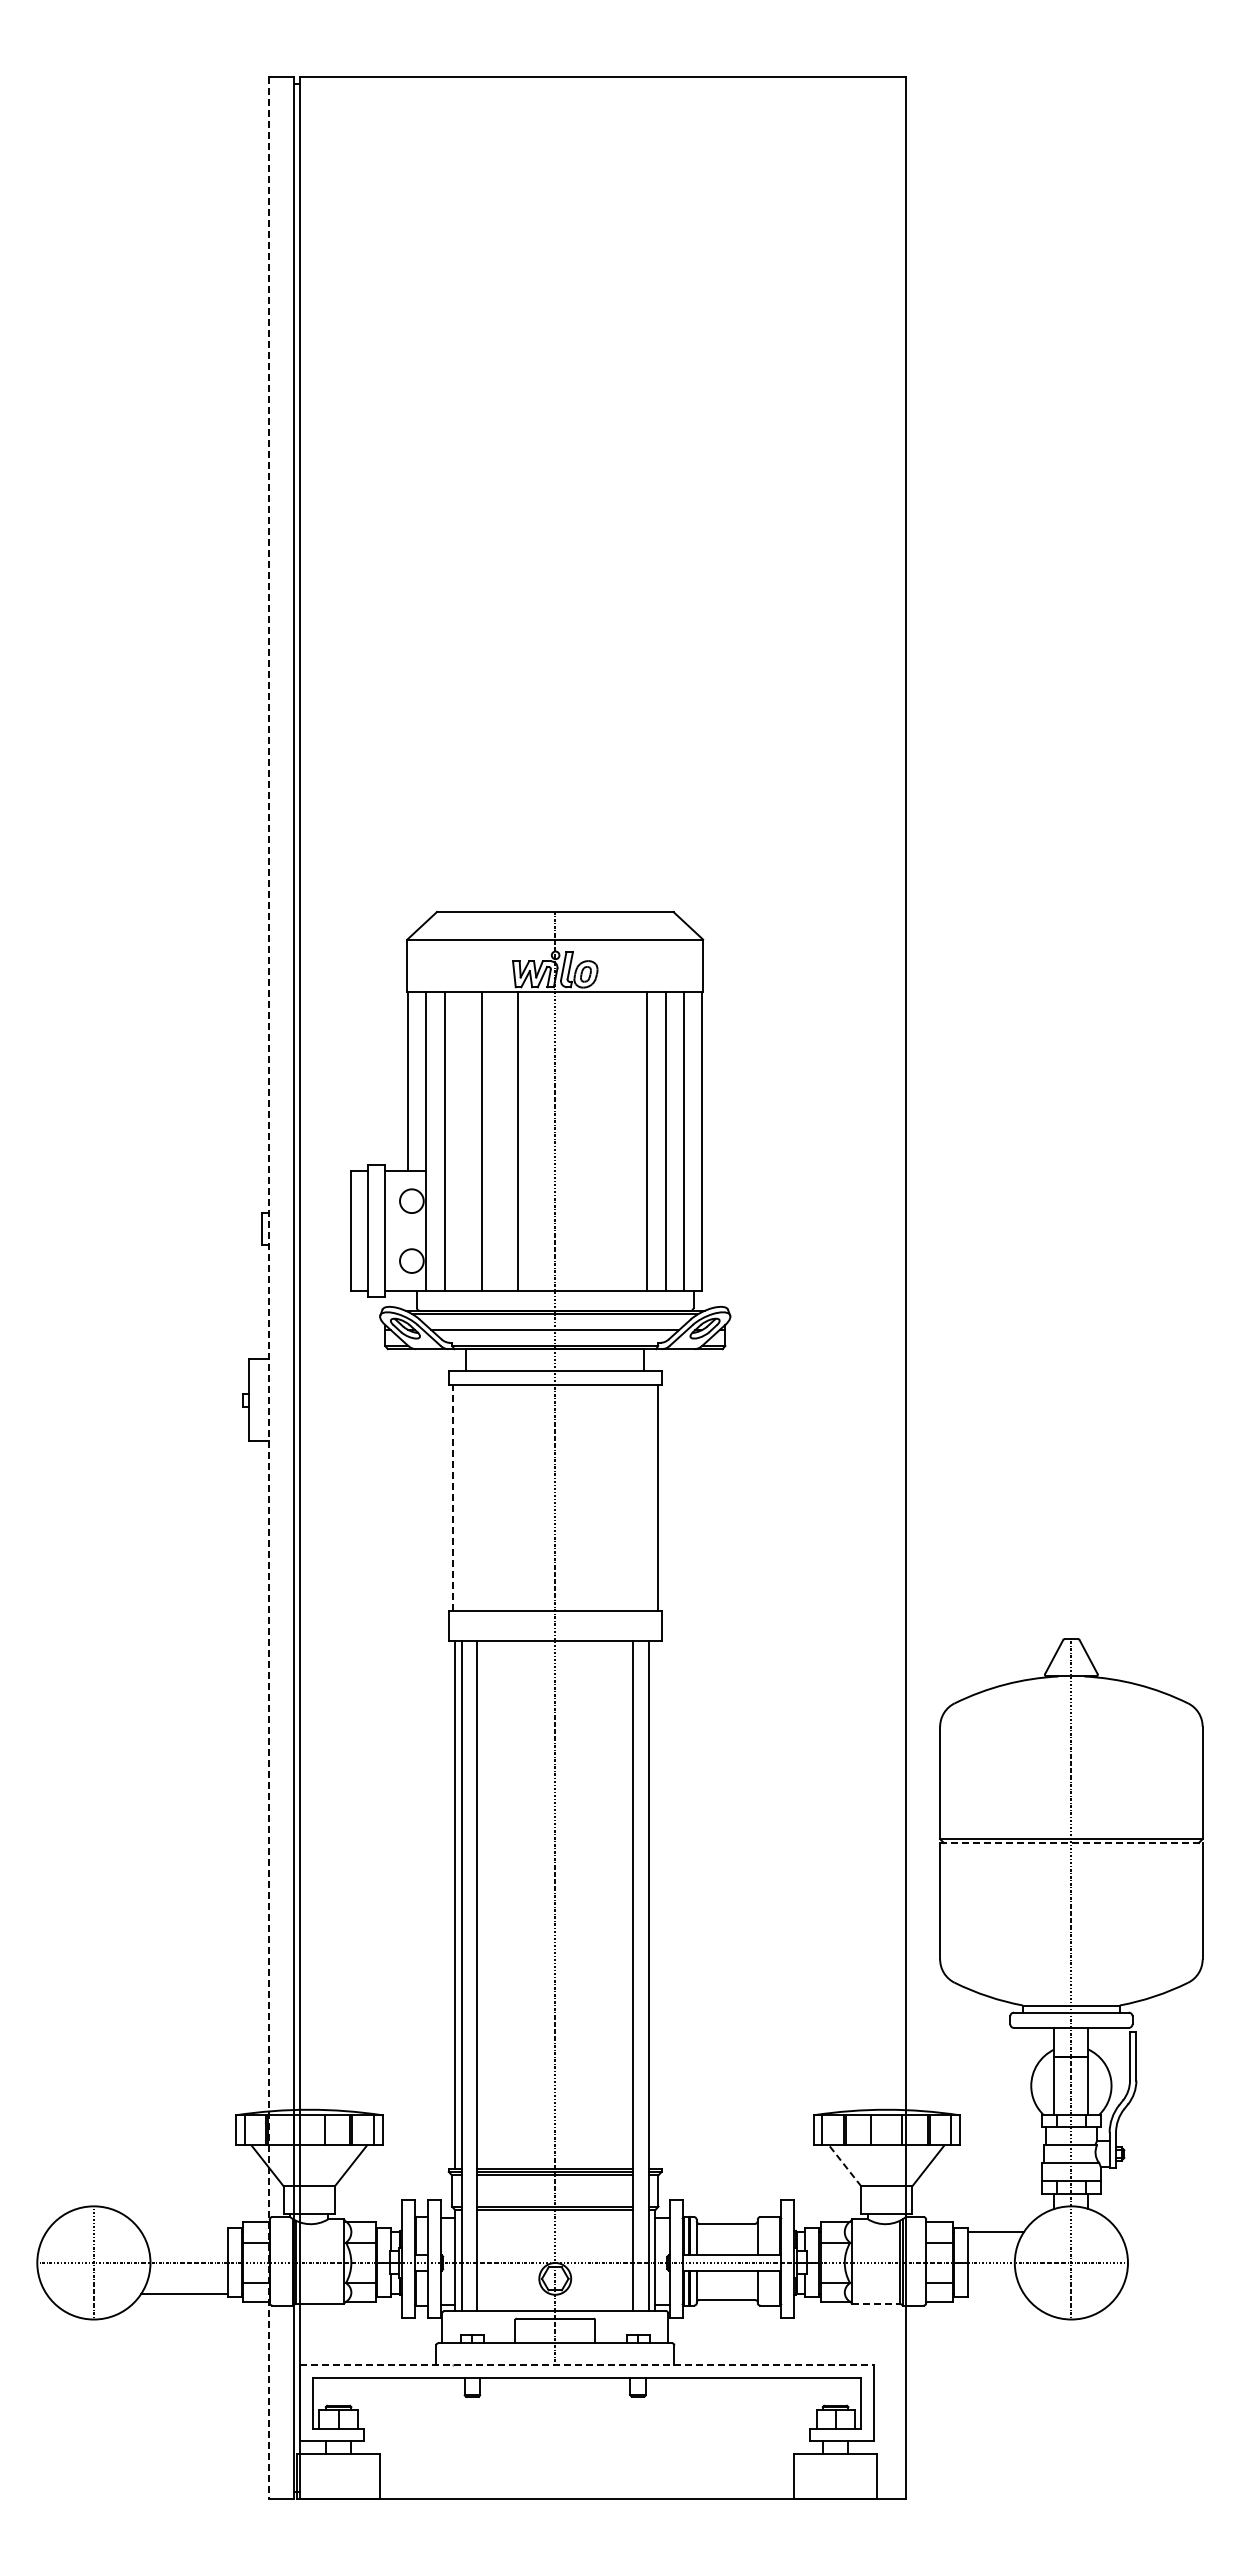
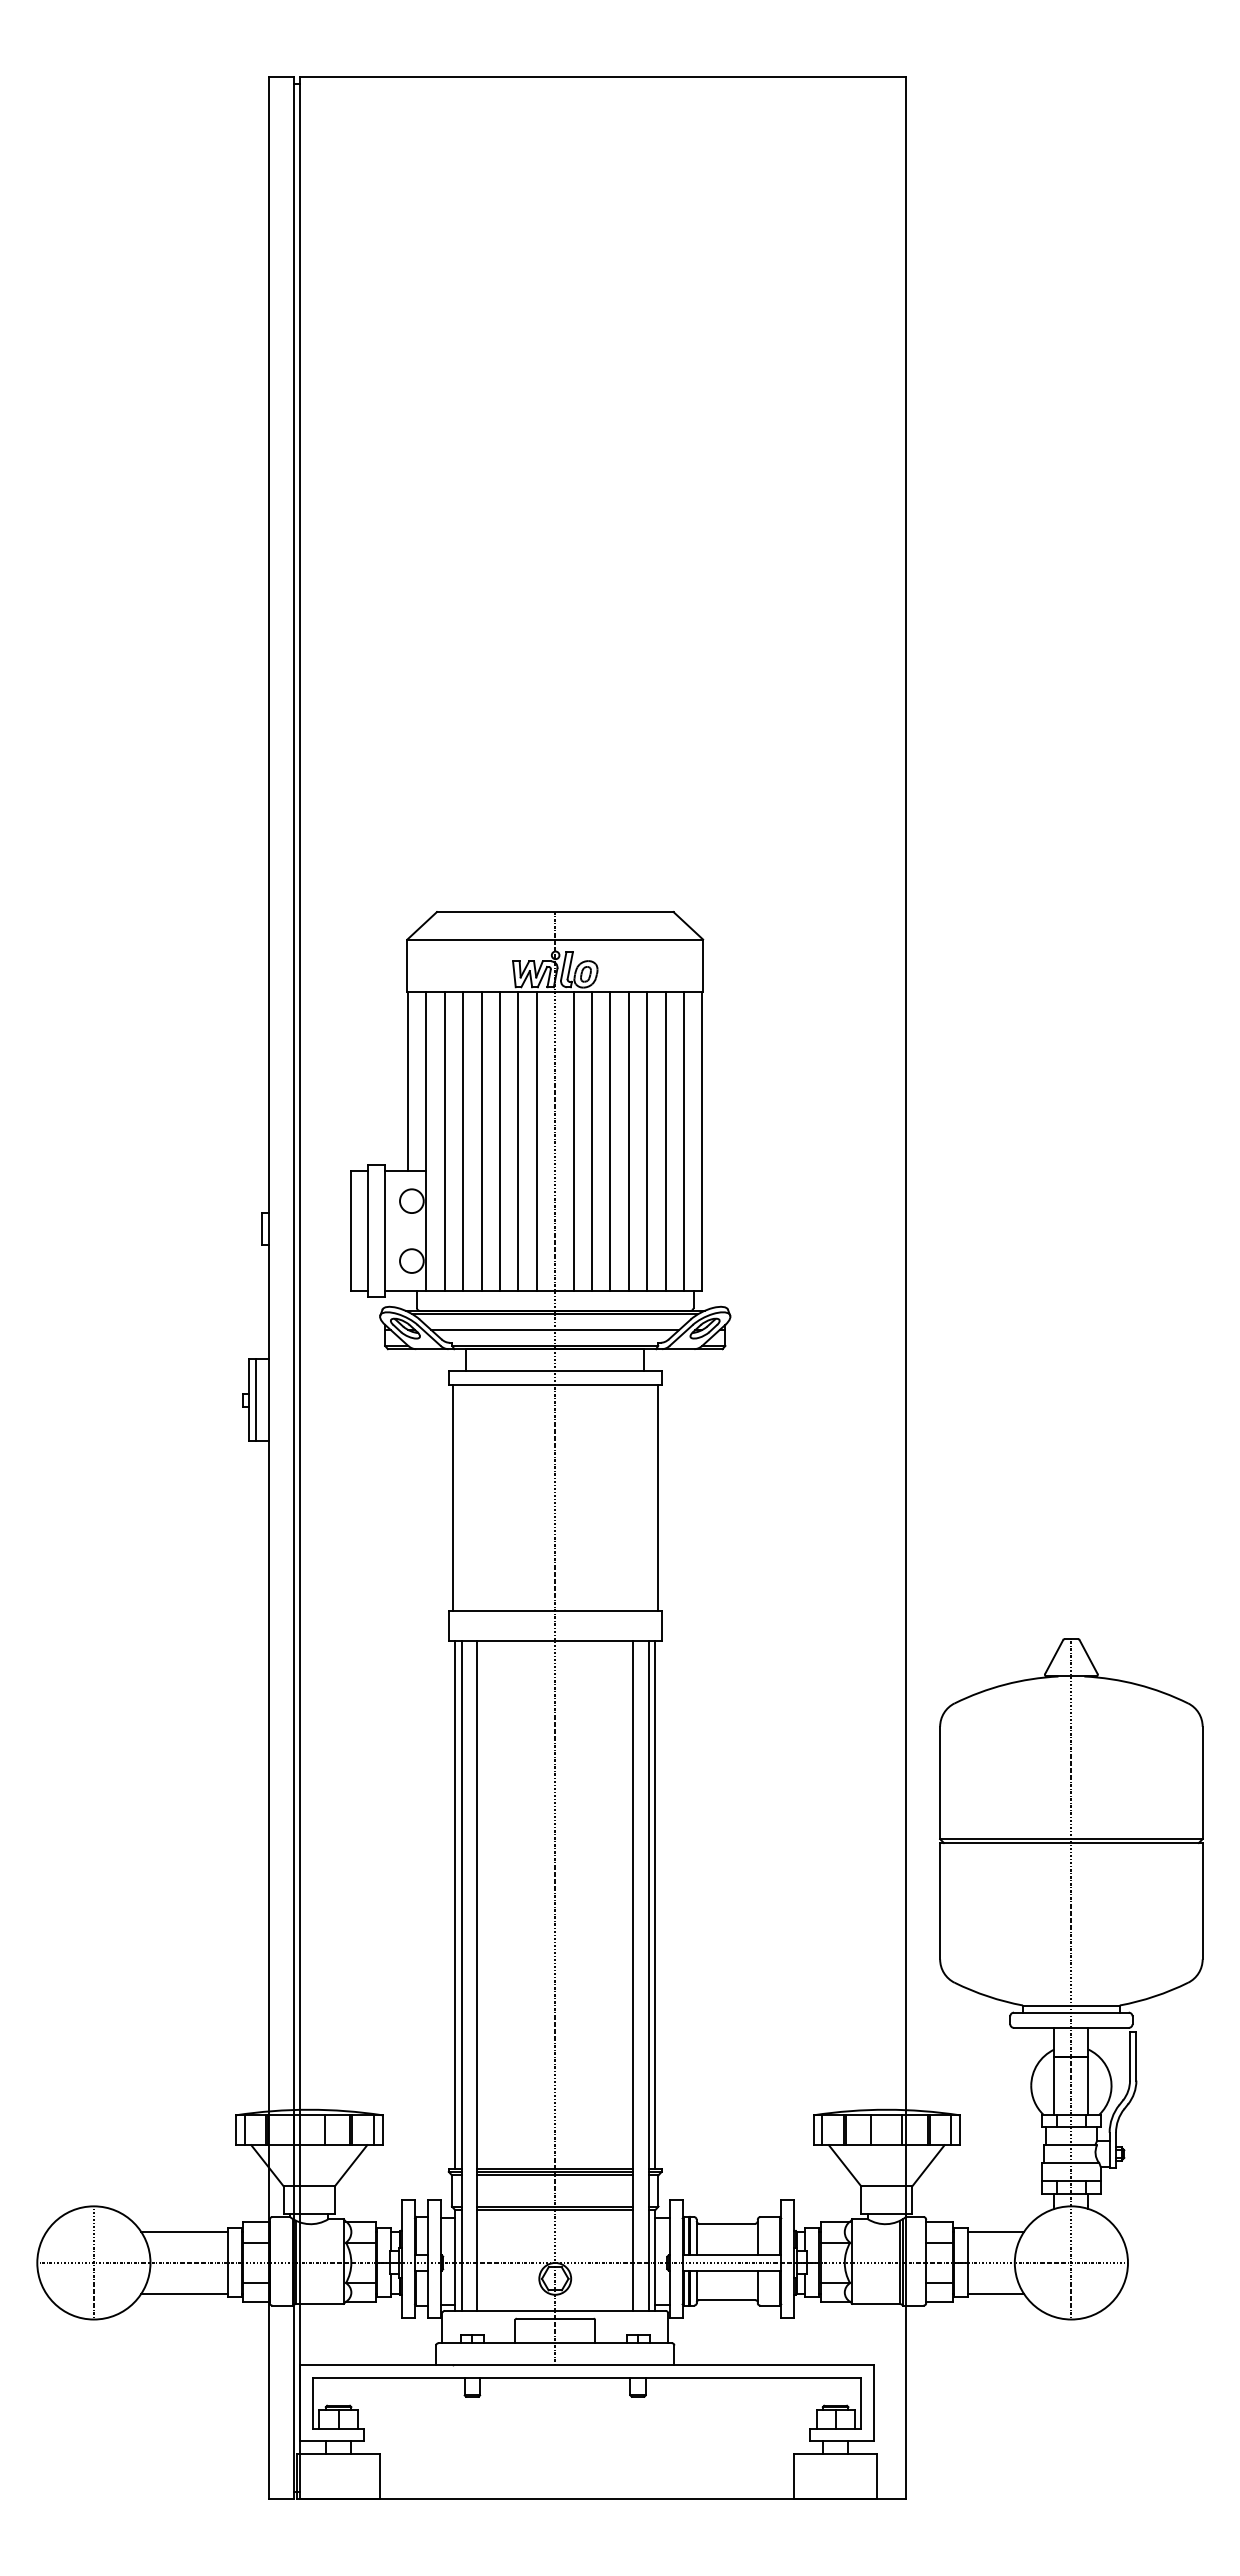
line at (463, 1141): none -> present
line at (500, 1141): none -> present
line at (536, 1141): none -> present
line at (573, 1141): none -> present
line at (592, 1141): none -> present
line at (610, 1141): none -> present
line at (628, 1141): none -> present
line at (268, 1288): dashed -> solid
line at (255, 1399): none -> present
line at (452, 1498): dashed -> solid
line at (1071, 1843): dashed -> solid
line at (655, 1904): none -> present
line at (844, 2165): dashed -> solid
line at (184, 2232): none -> present
line at (995, 2293): none -> present
line at (876, 2303): dashed -> solid
line at (587, 2364): dashed -> solid
